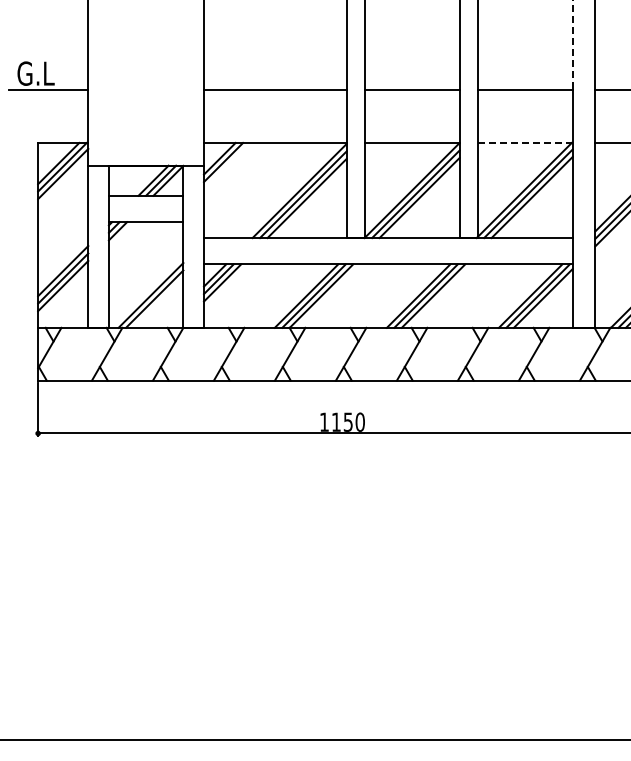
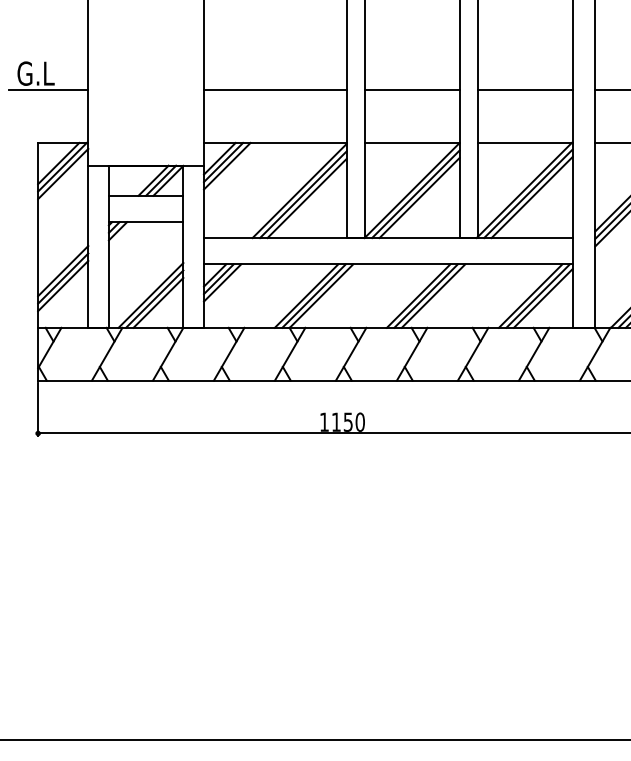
line at (572, 45): dashed -> solid
line at (524, 142): dashed -> solid
line at (227, 165): none -> present
line at (158, 302): none -> present
